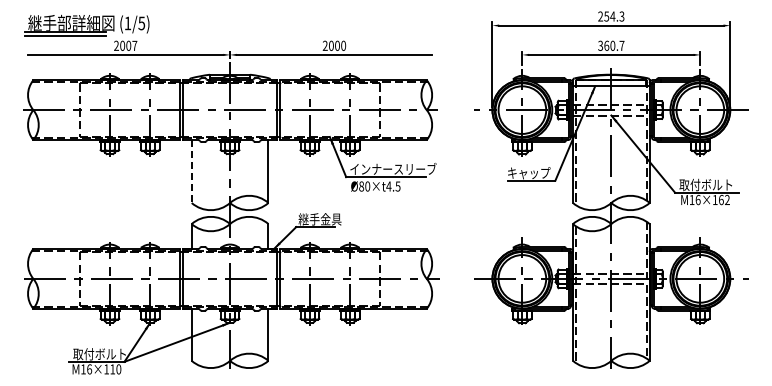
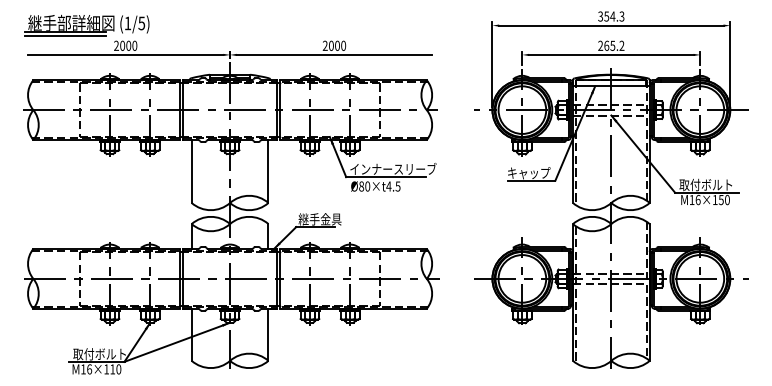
text at (600, 16): 254.3 -> 354.3
text at (134, 45): 2007 -> 2000
text at (611, 45): 360.7 -> 265.2
line at (191, 172): dashed -> solid
text at (723, 199): M16×162 -> M16×150
